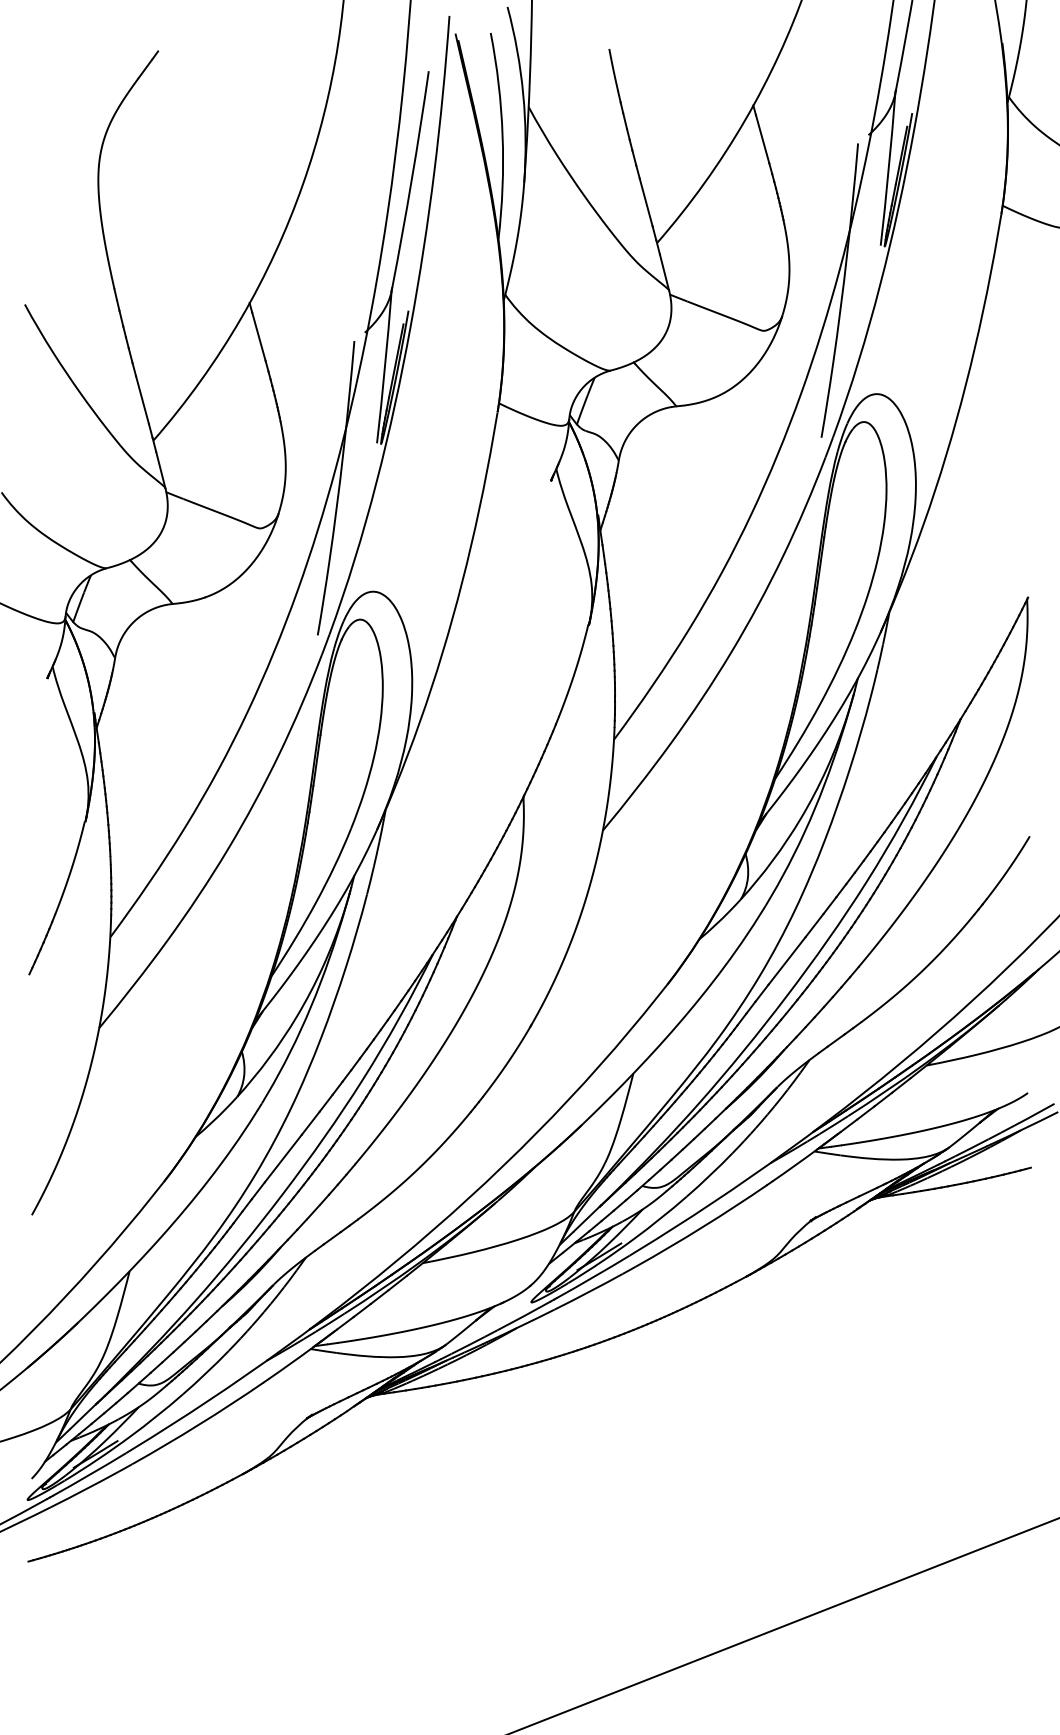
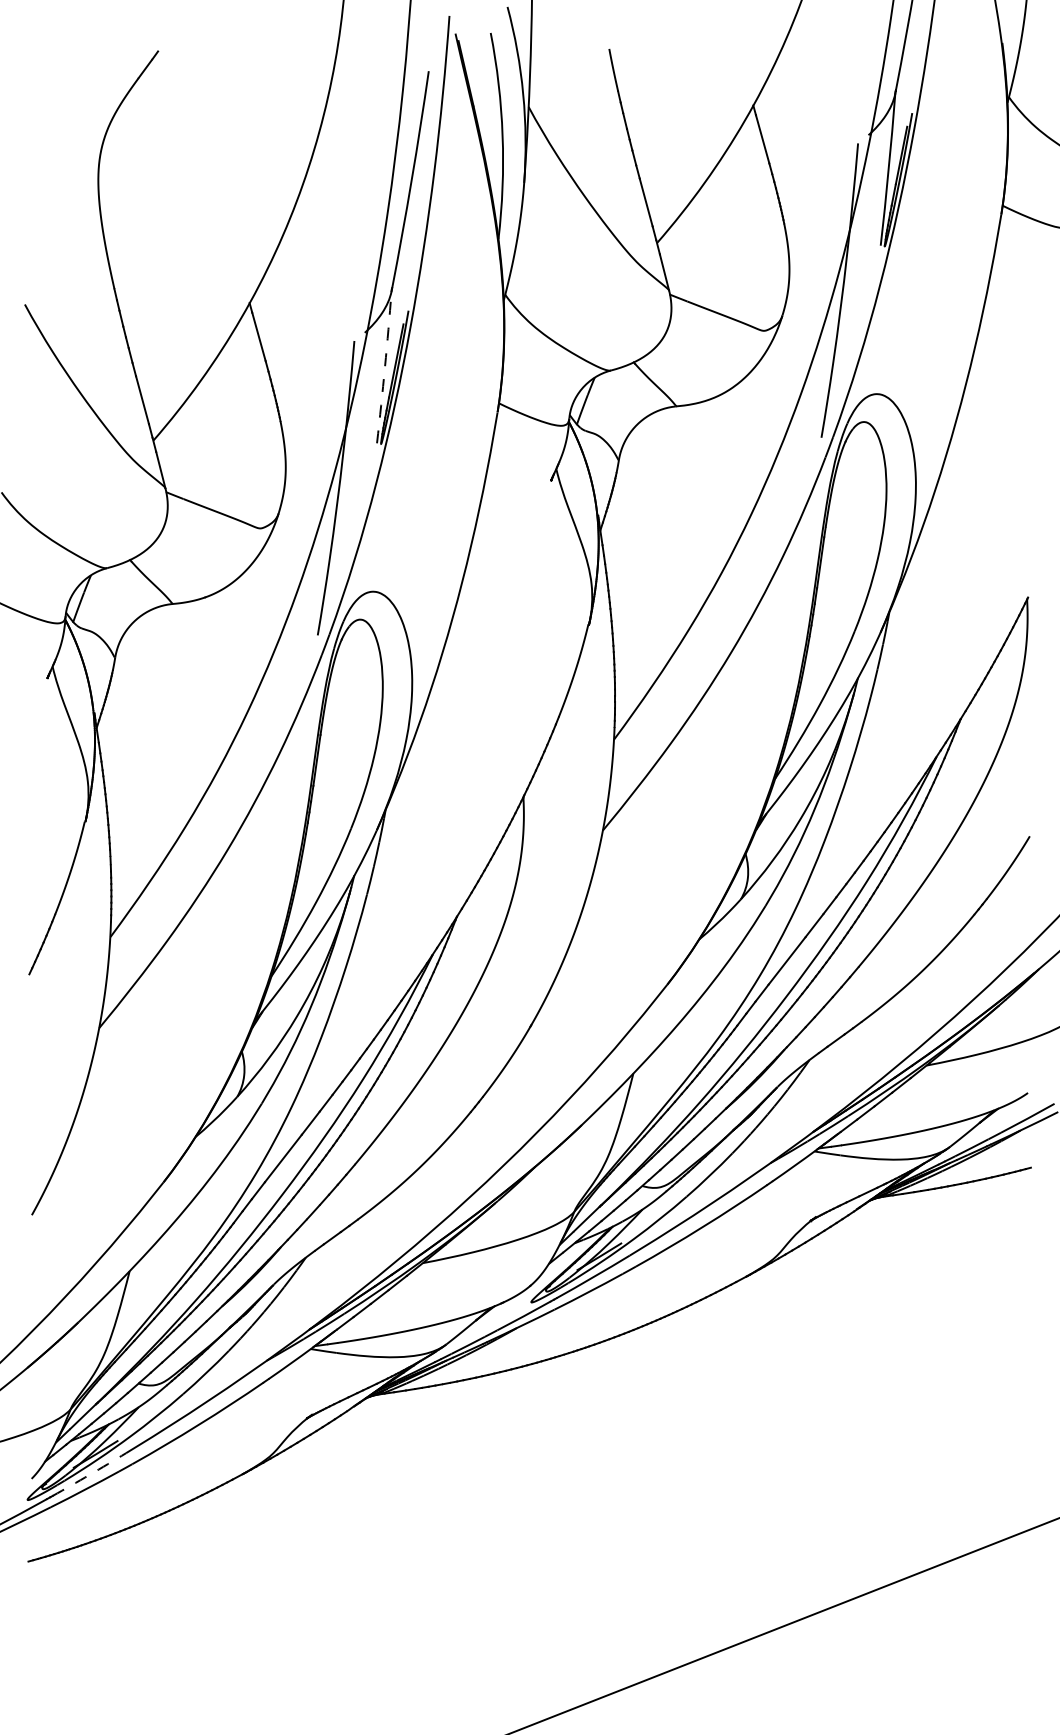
arc at (384, 367): solid -> dashed
arc at (89, 1474): solid -> dashed
